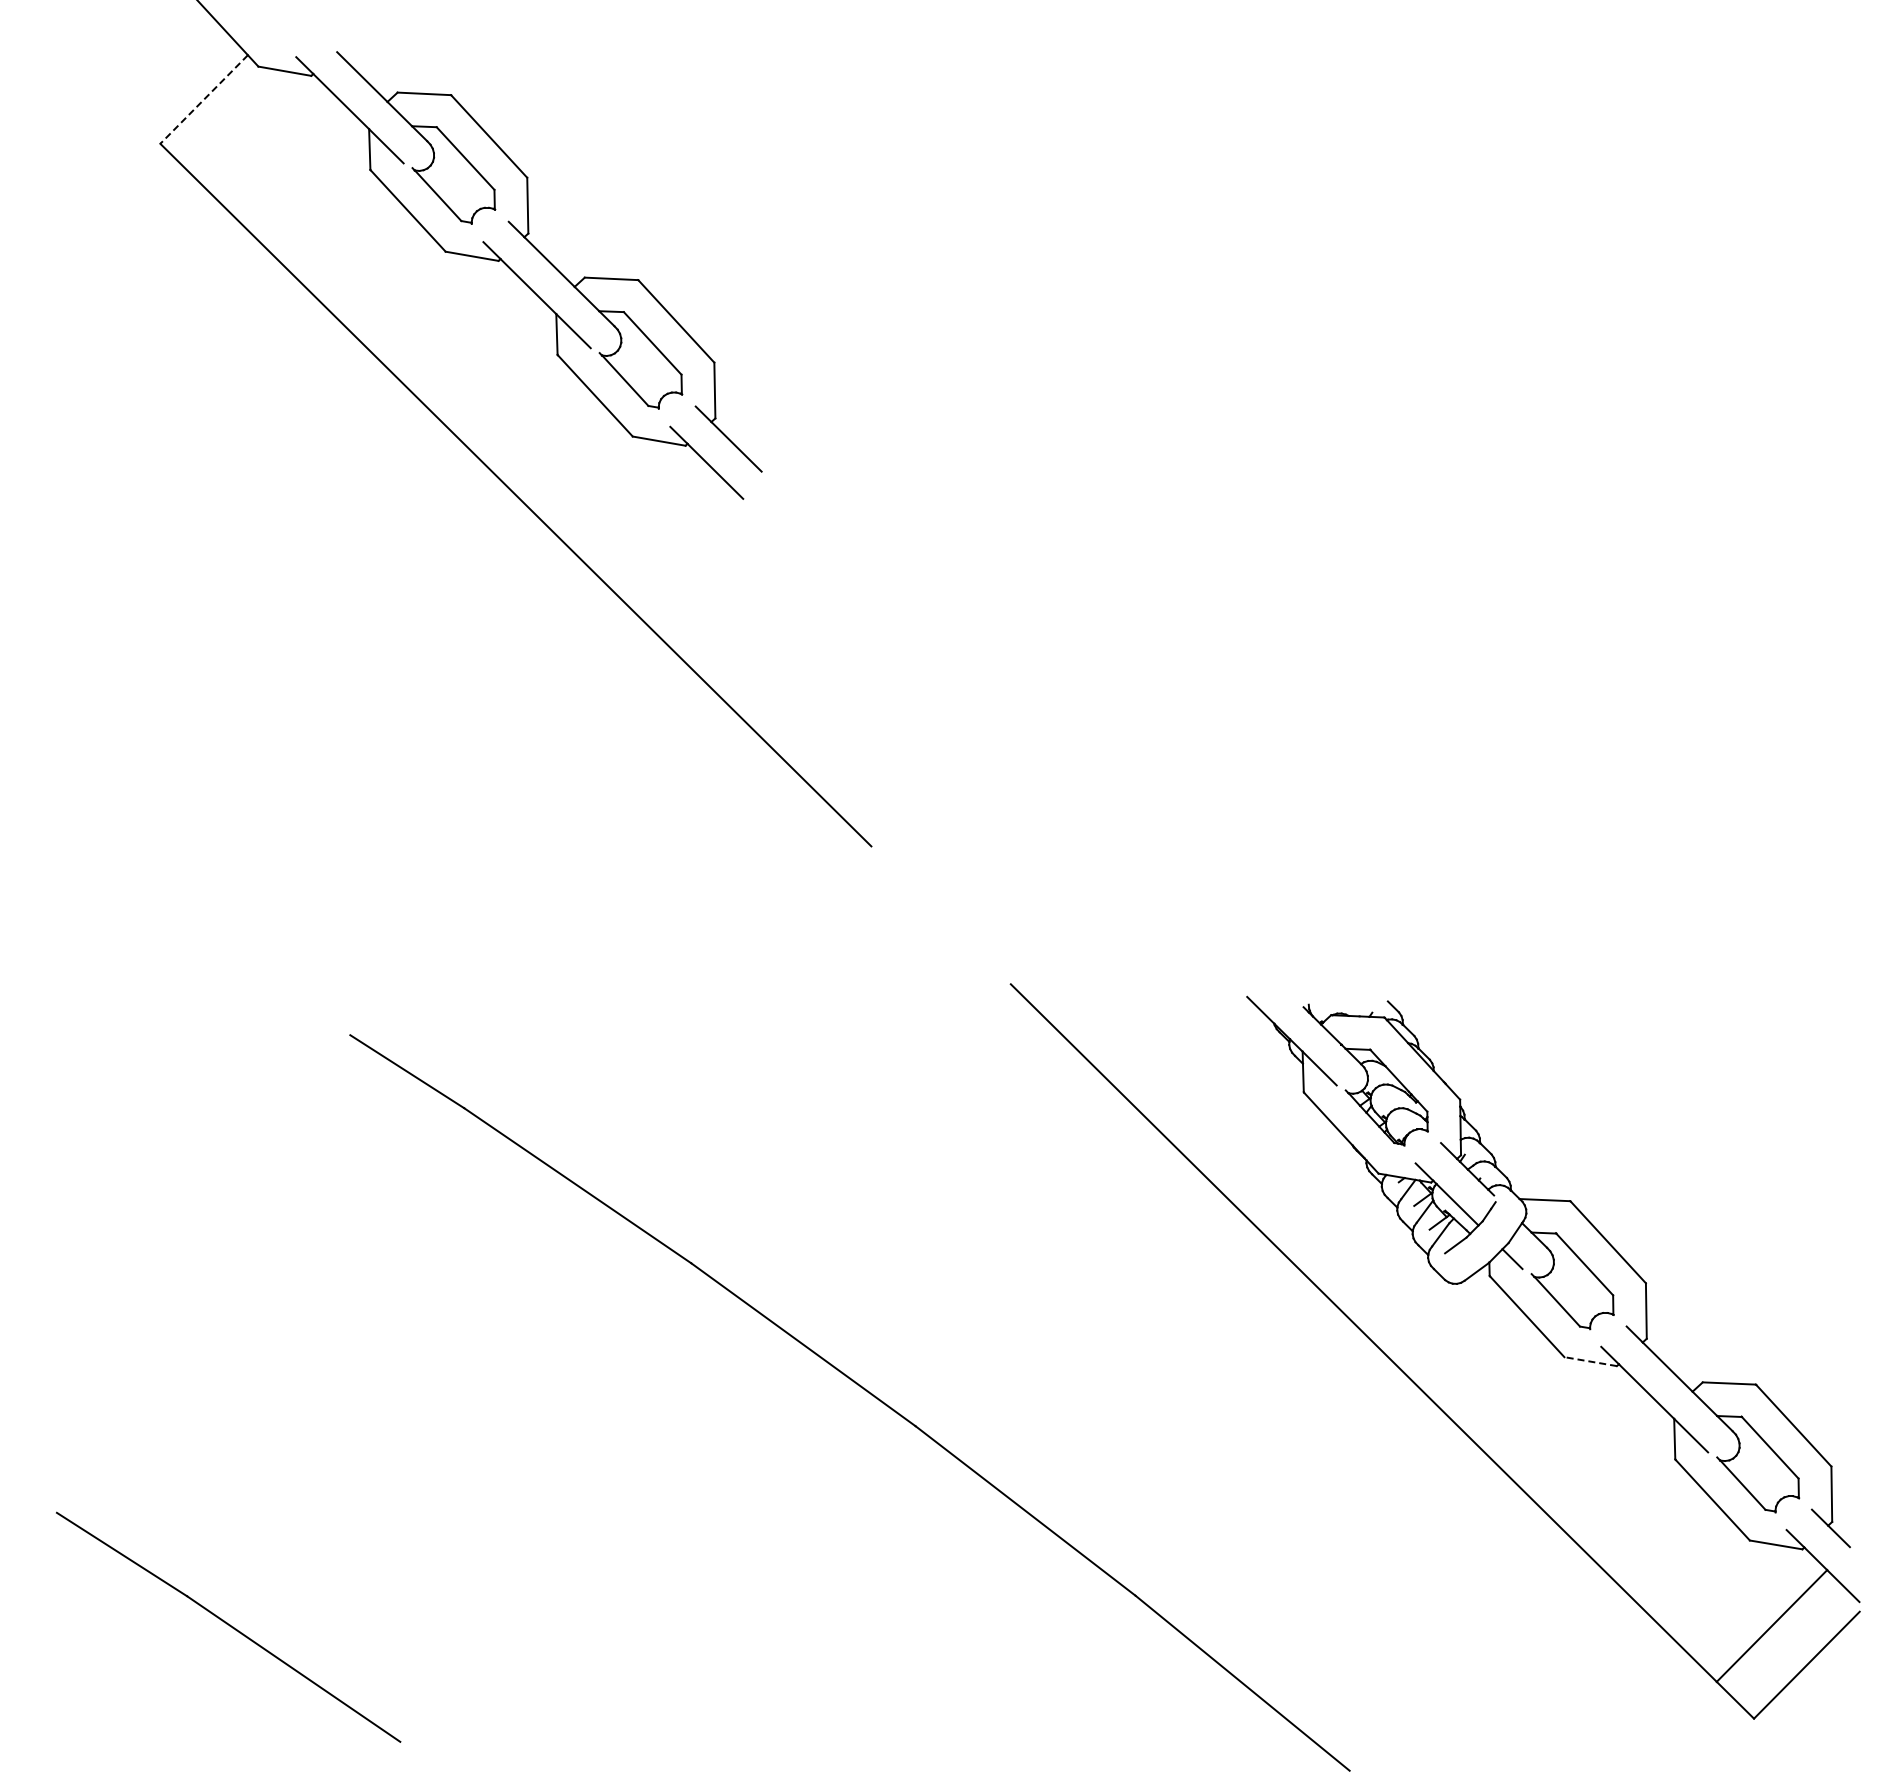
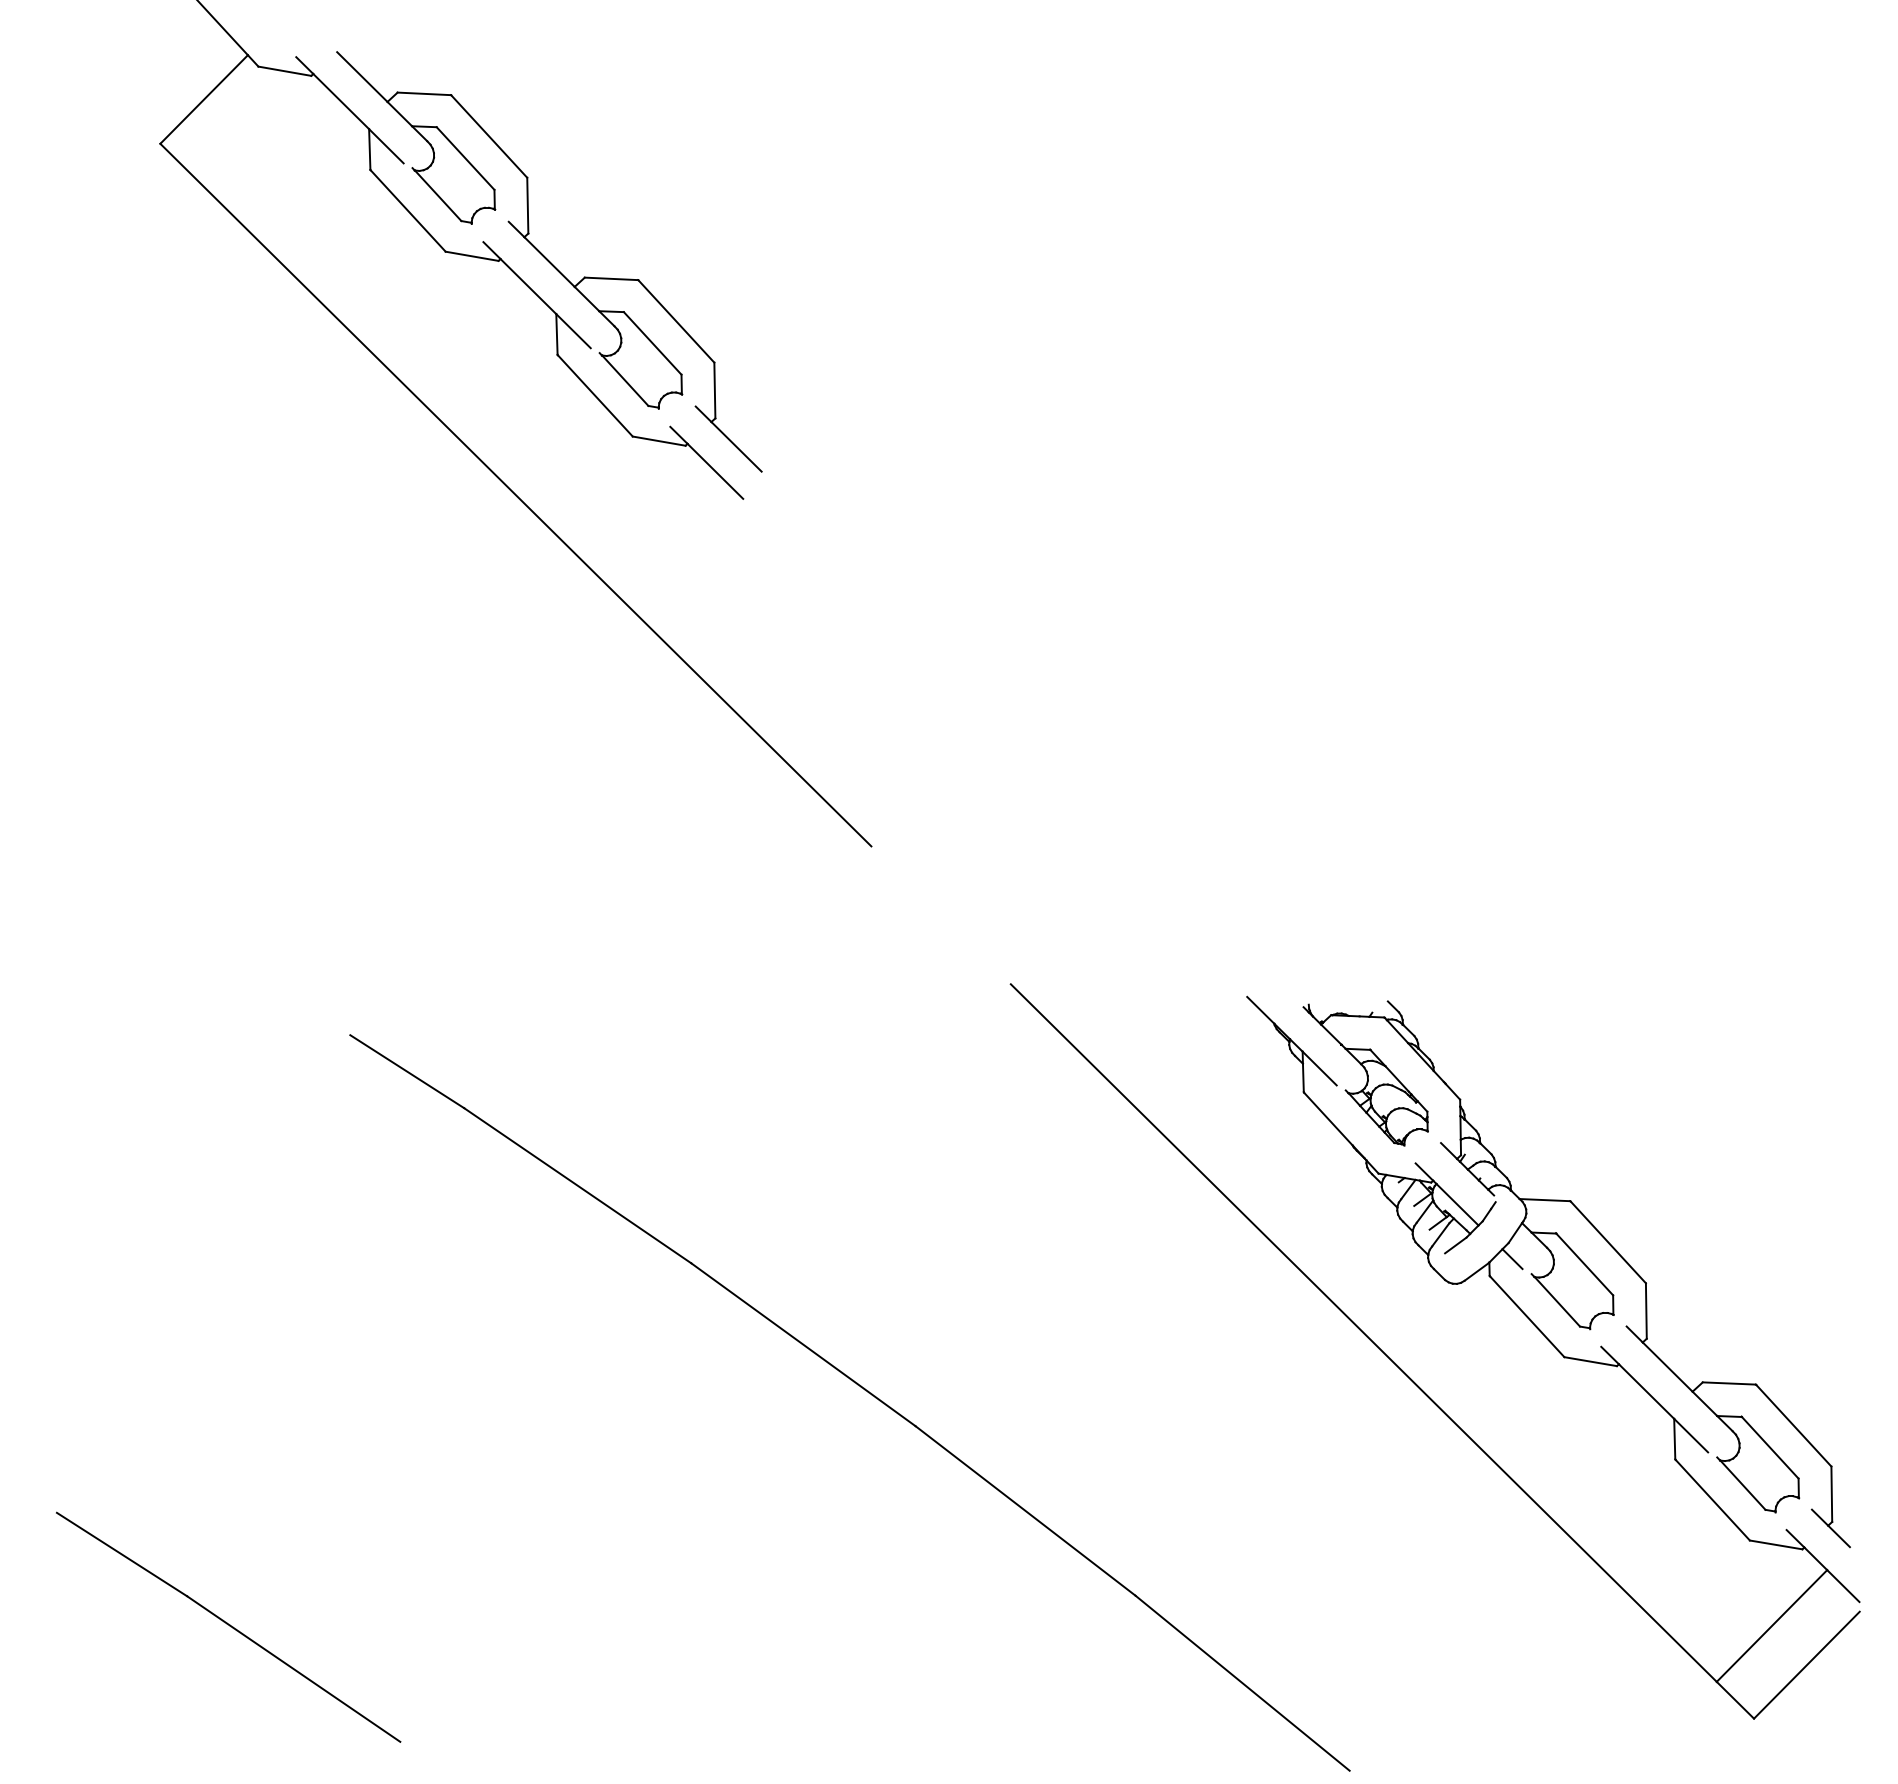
line at (203, 99): dashed -> solid
line at (1590, 1361): dashed -> solid
